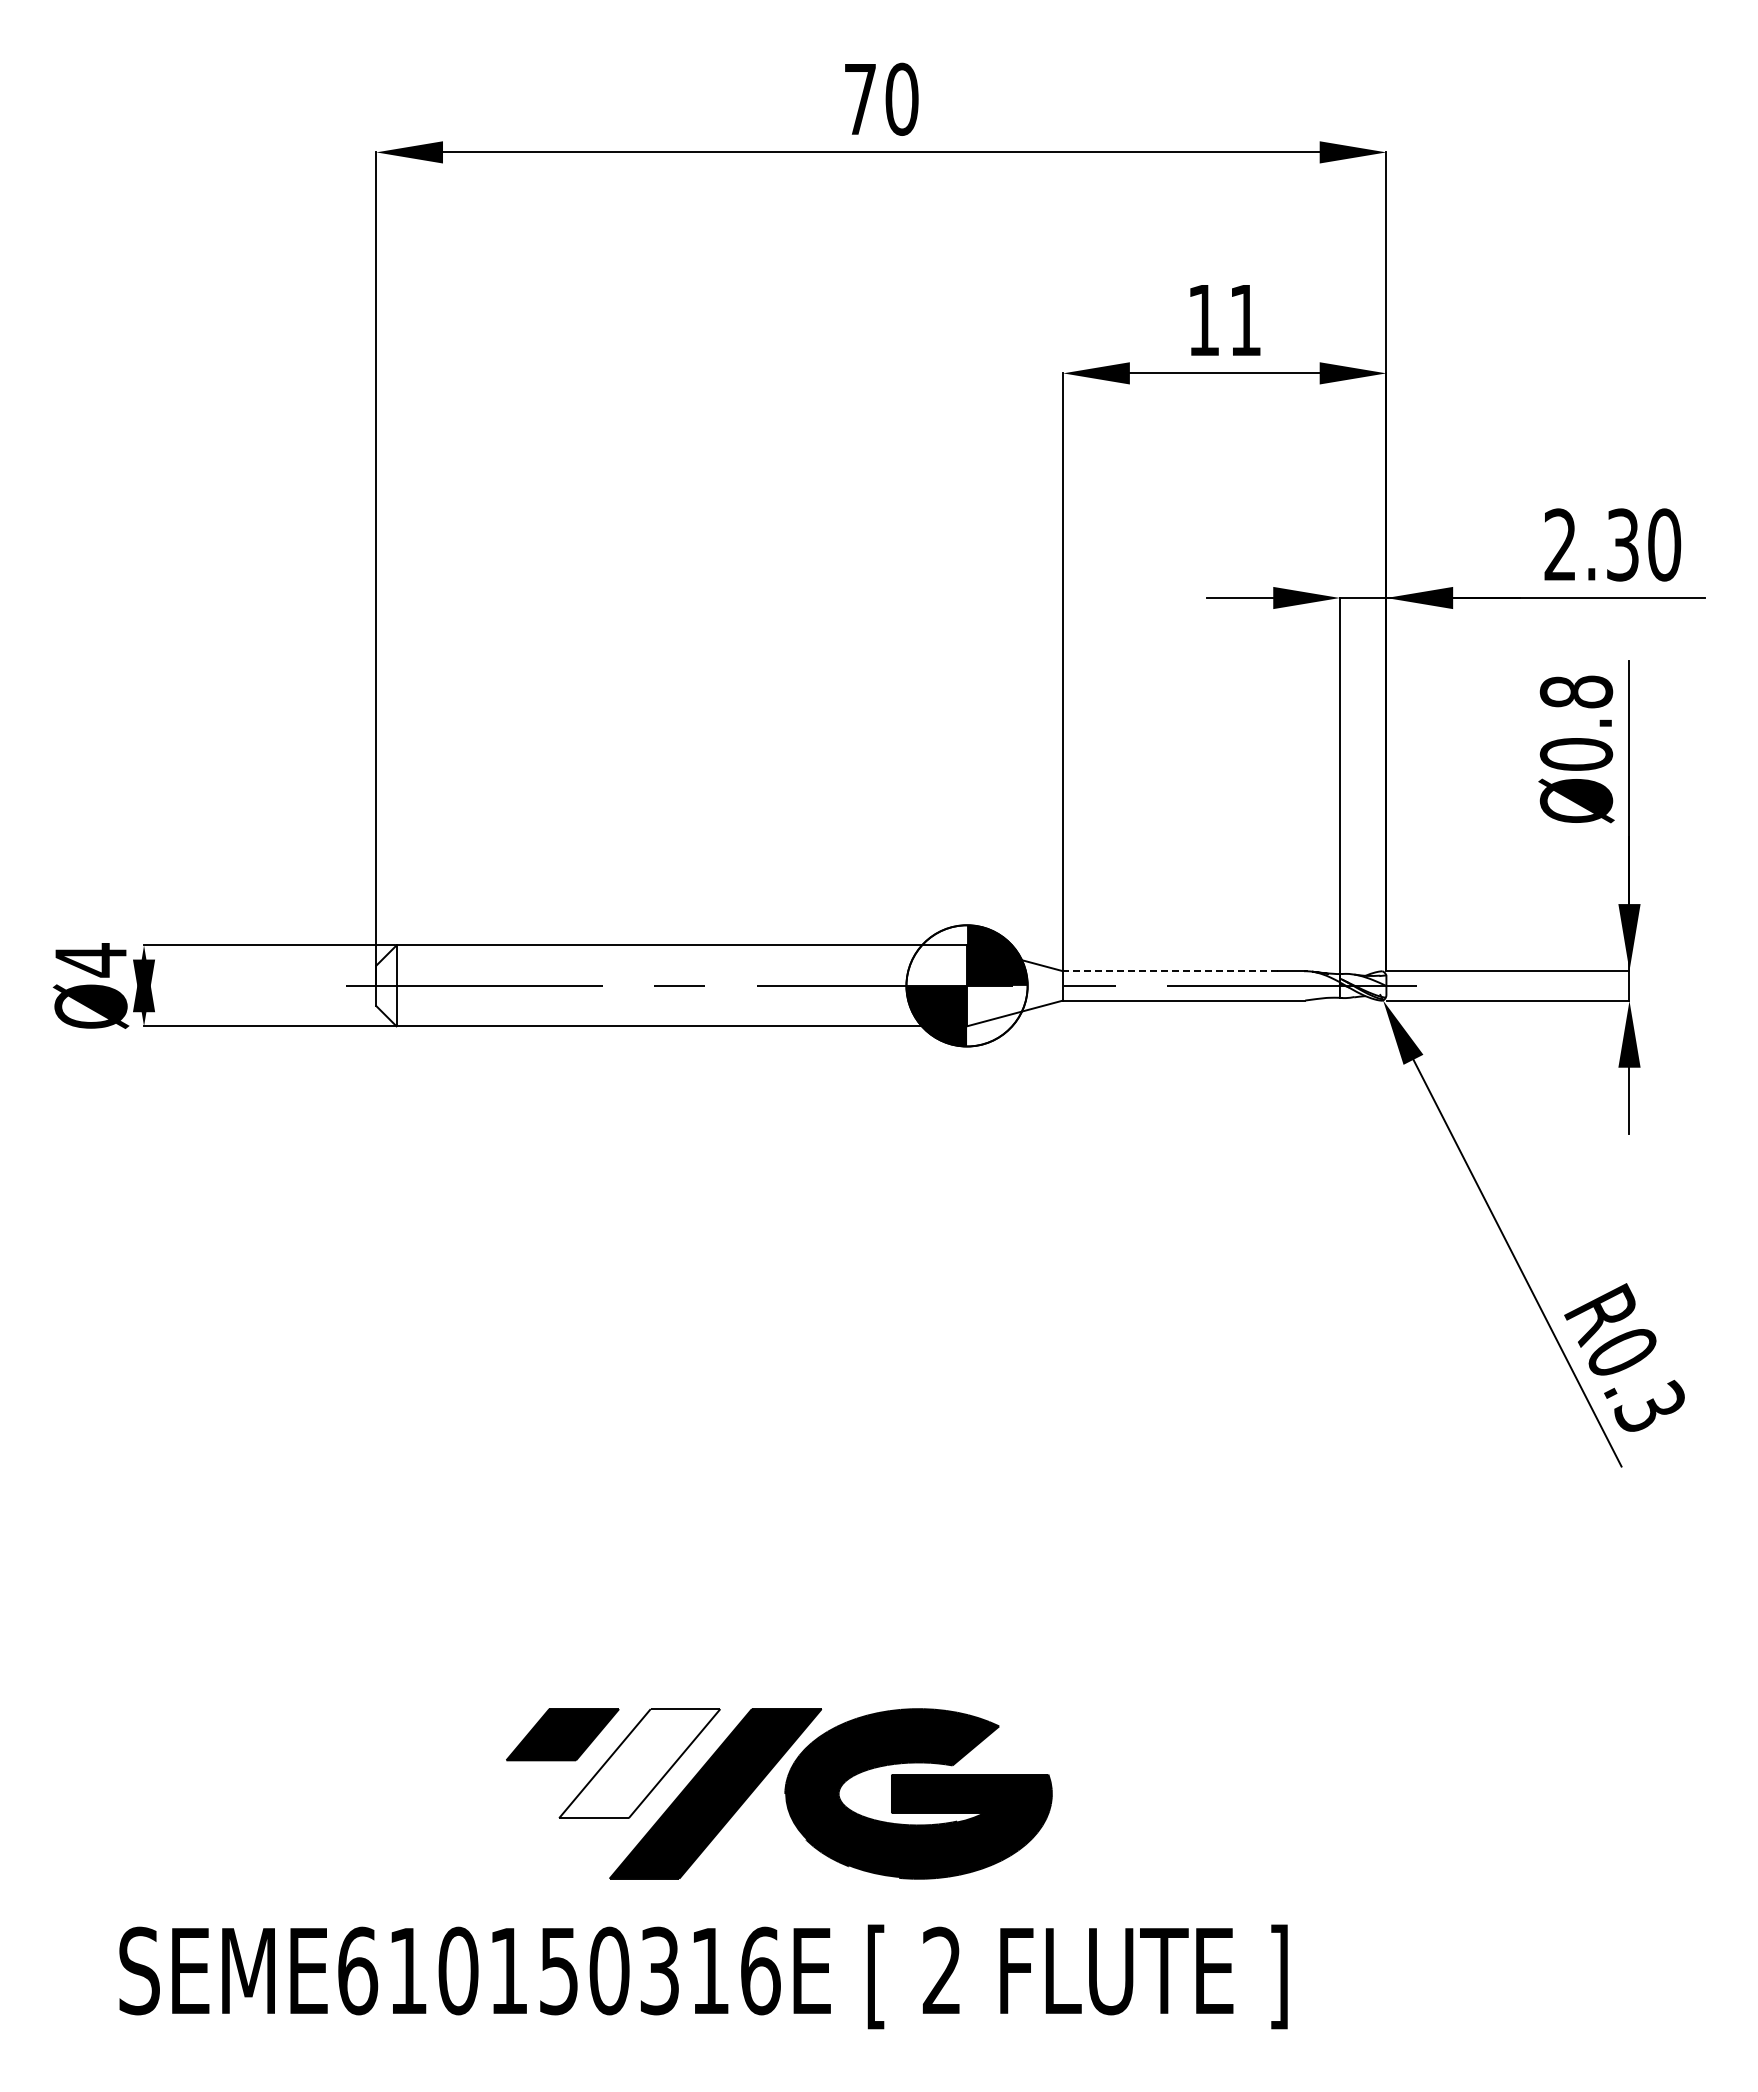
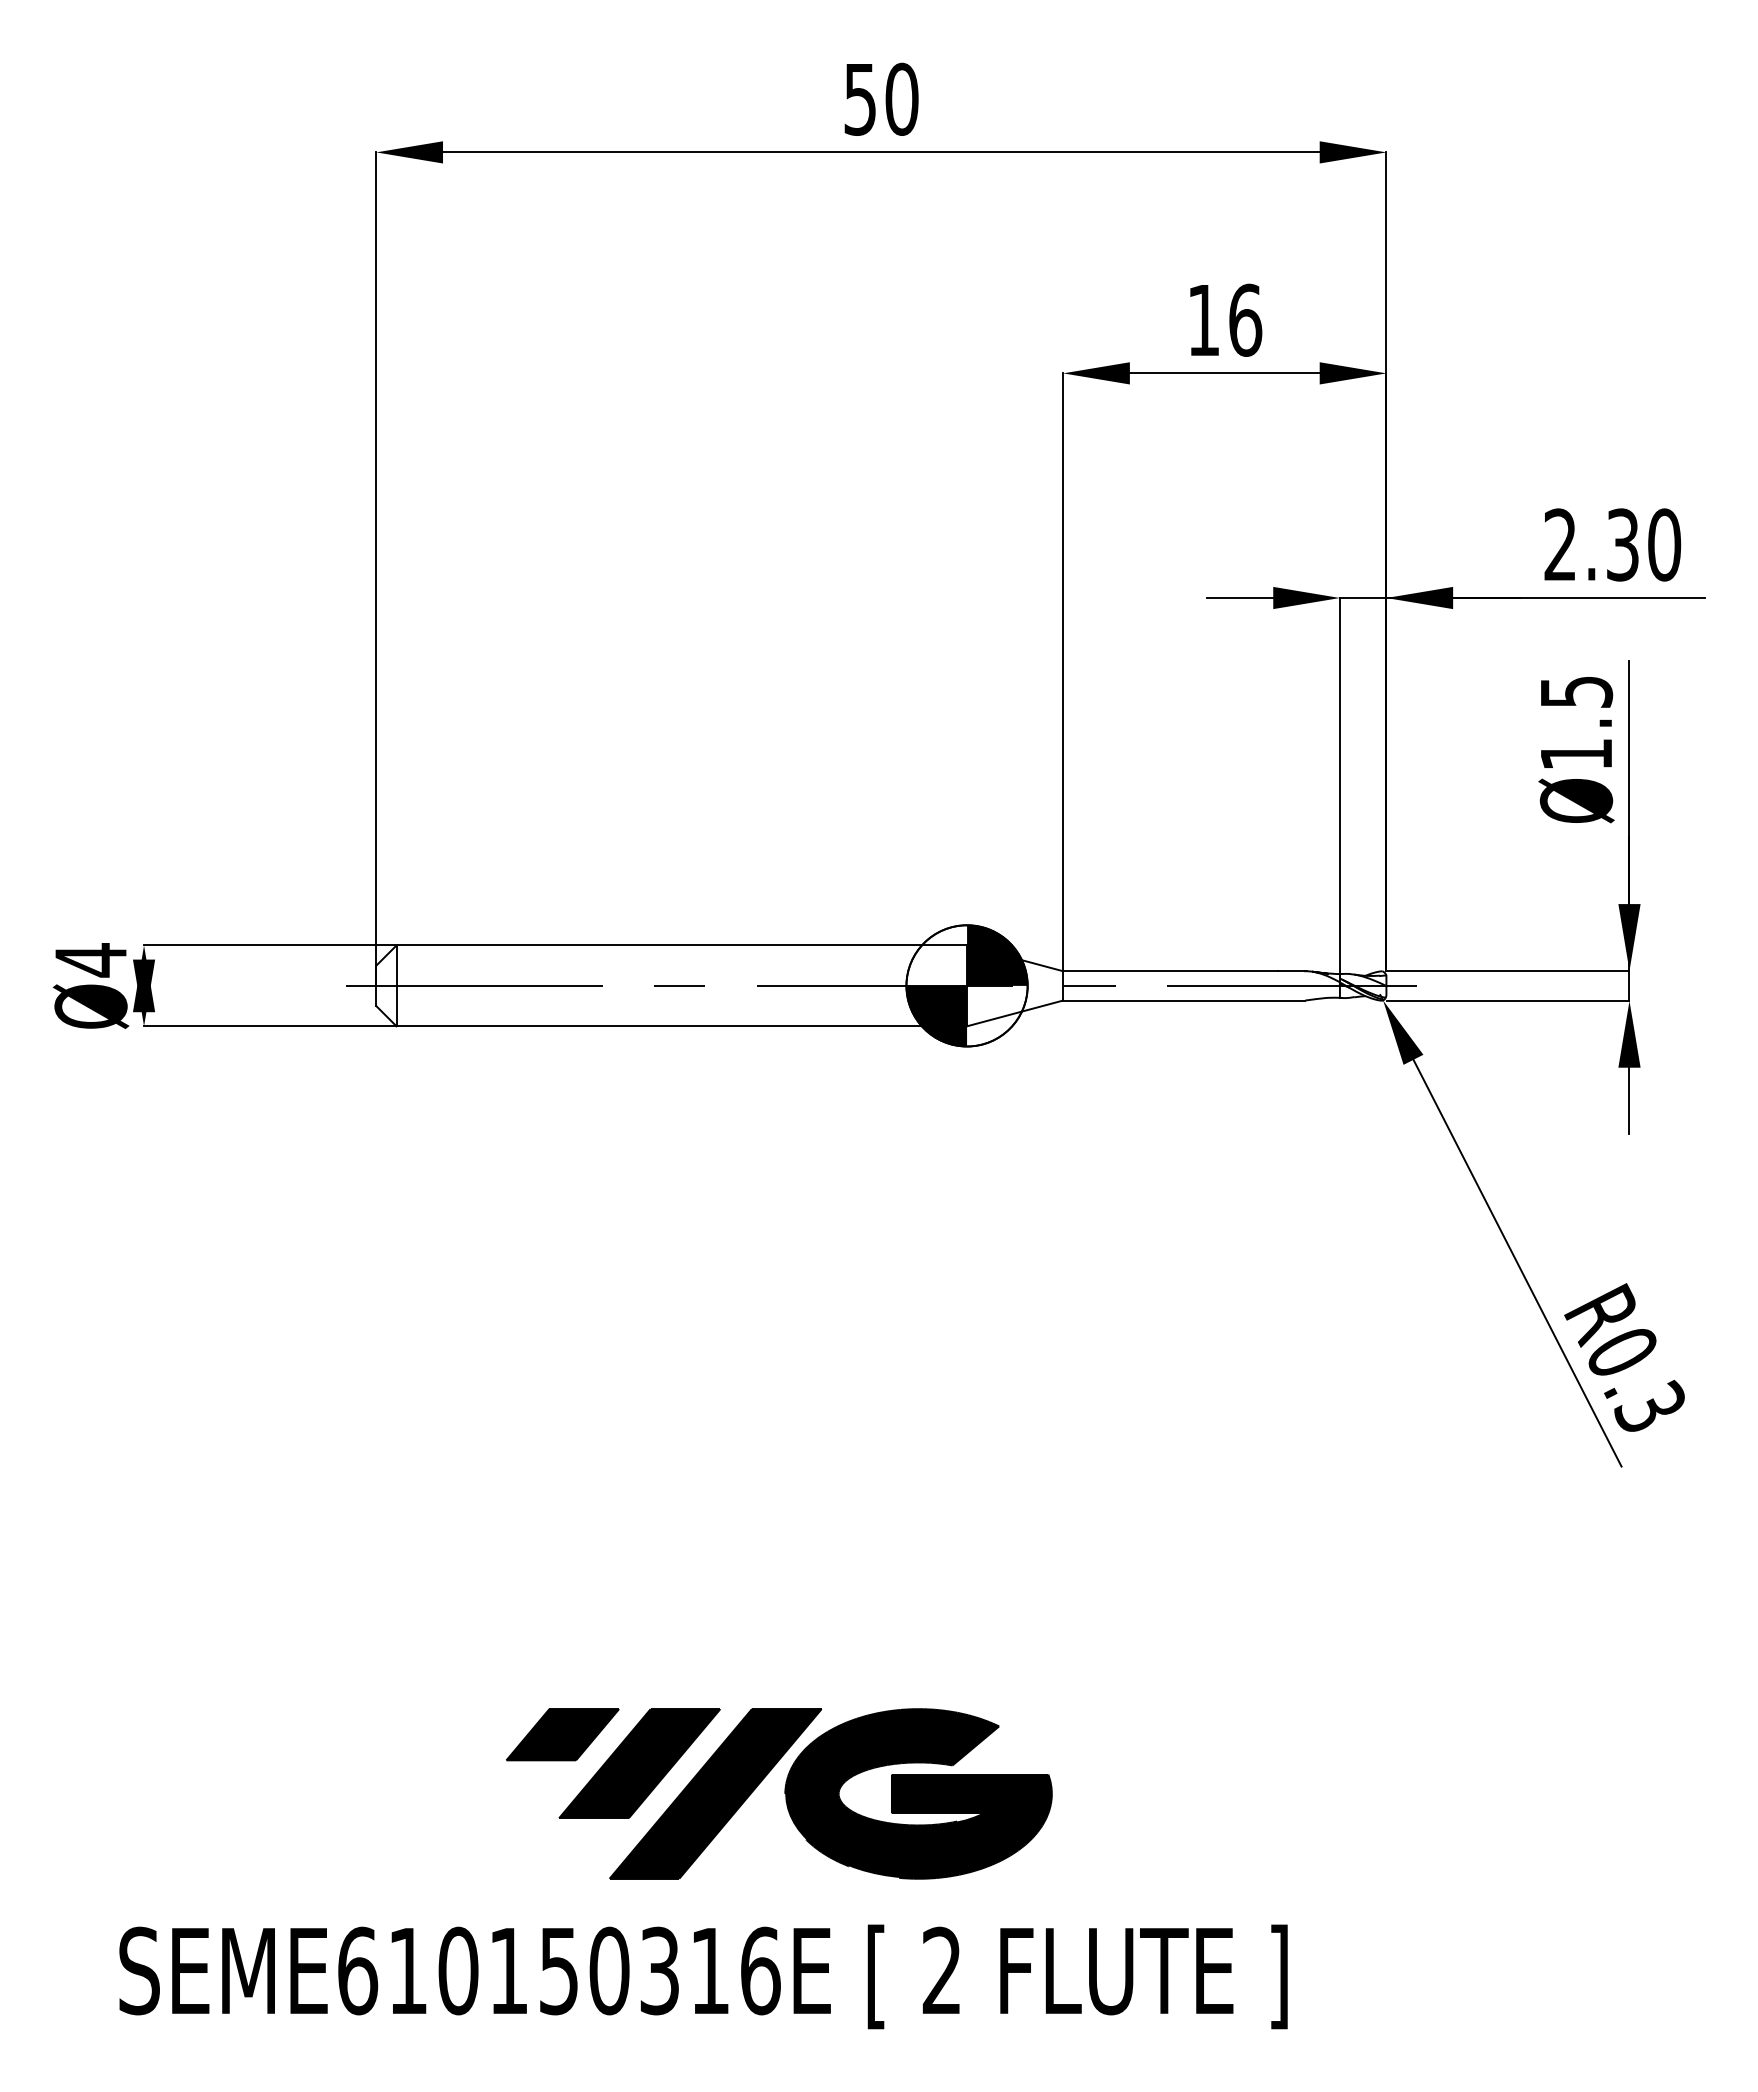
text at (859, 99): 70 -> 50
text at (1245, 319): 11 -> 16
text at (1576, 722): Ø0.8 -> Ø1.5
line at (1170, 971): dashed -> solid
fill at (639, 1763): none -> present
